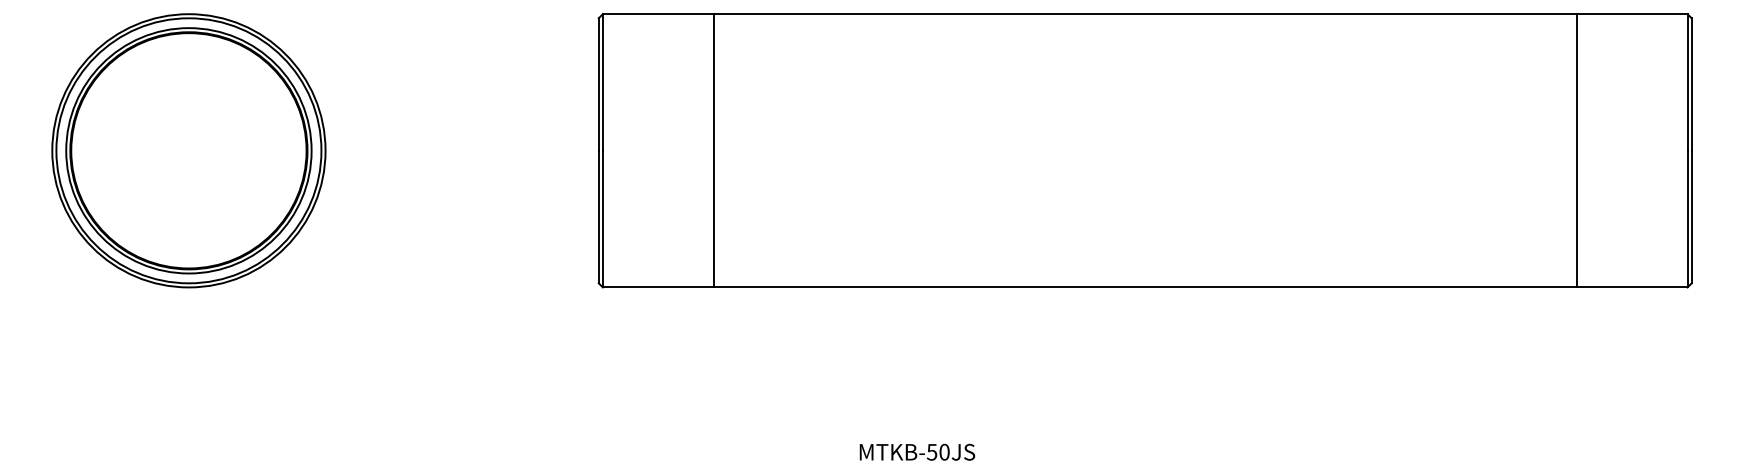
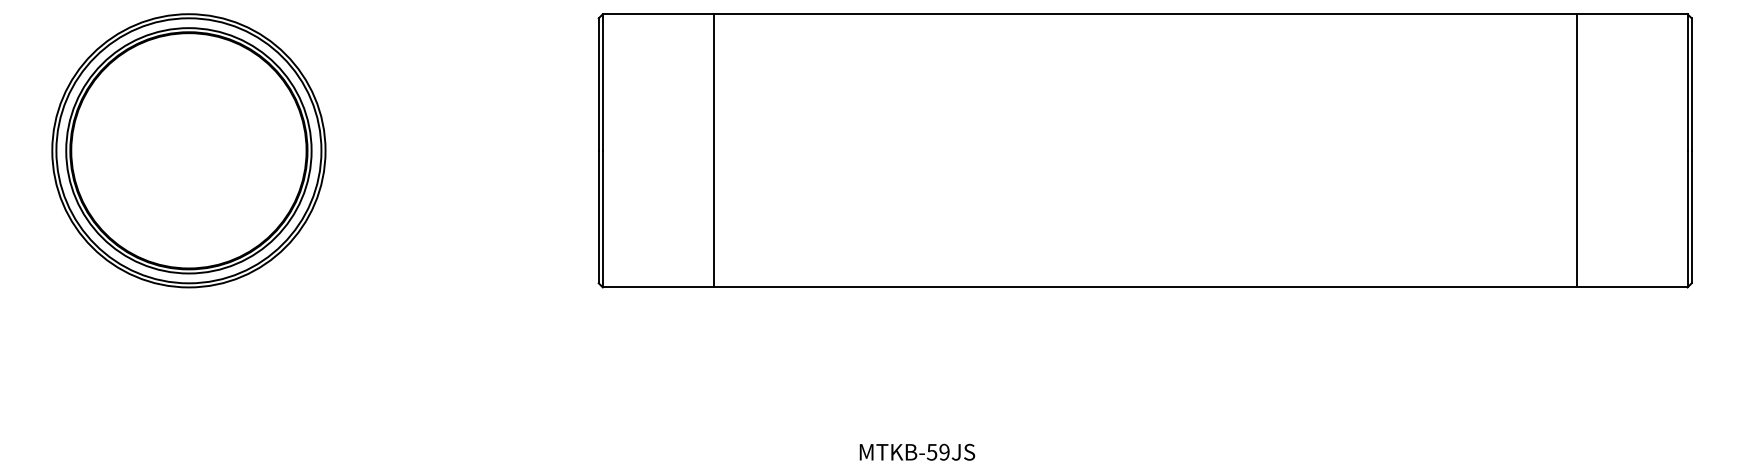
text at (944, 452): MTKB-50JS -> MTKB-59JS
